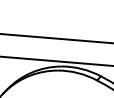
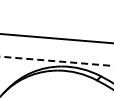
line at (56, 61): solid -> dashed
